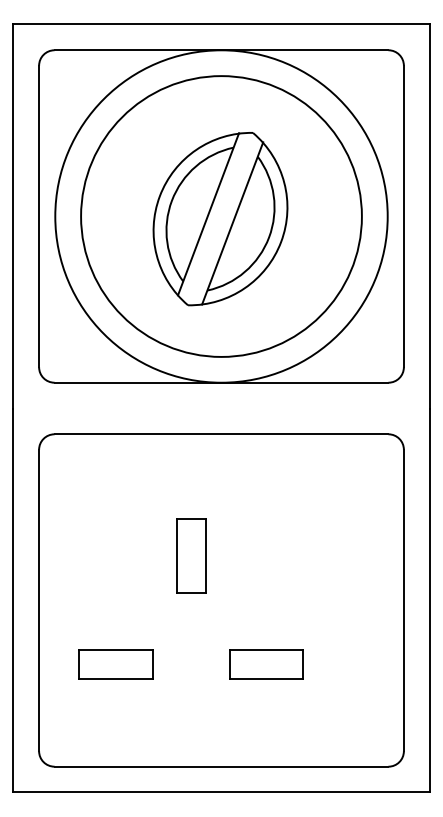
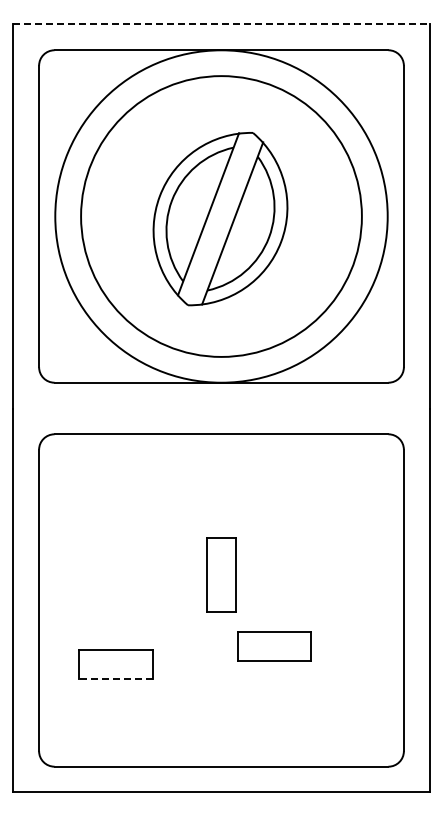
line at (222, 24): solid -> dashed
part at (191, 555) position: (191, 555) -> (221, 574)
part at (266, 664) position: (266, 664) -> (274, 646)
line at (116, 679): solid -> dashed
